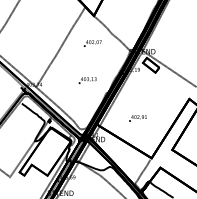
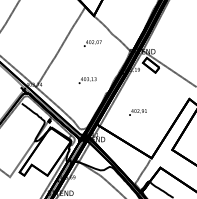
text at (137, 118) position: (137, 118) -> (137, 112)
